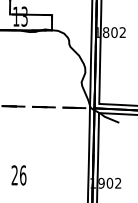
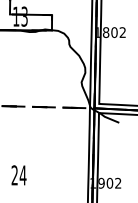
text at (22, 175): 26 -> 24
